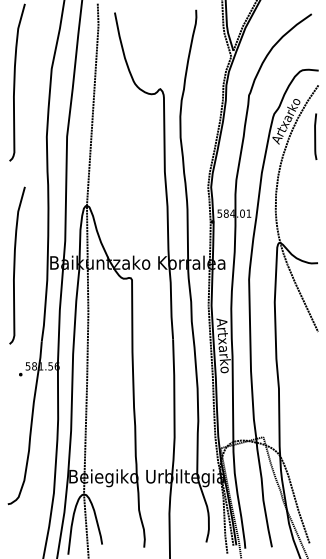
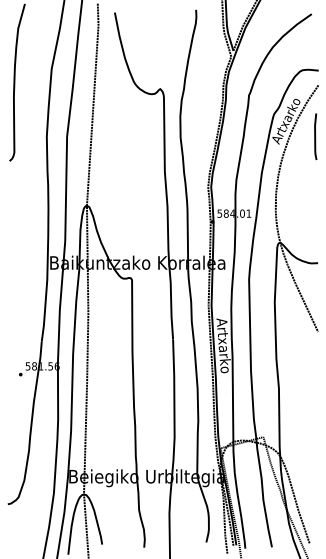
curve at (15, 265): present -> none
